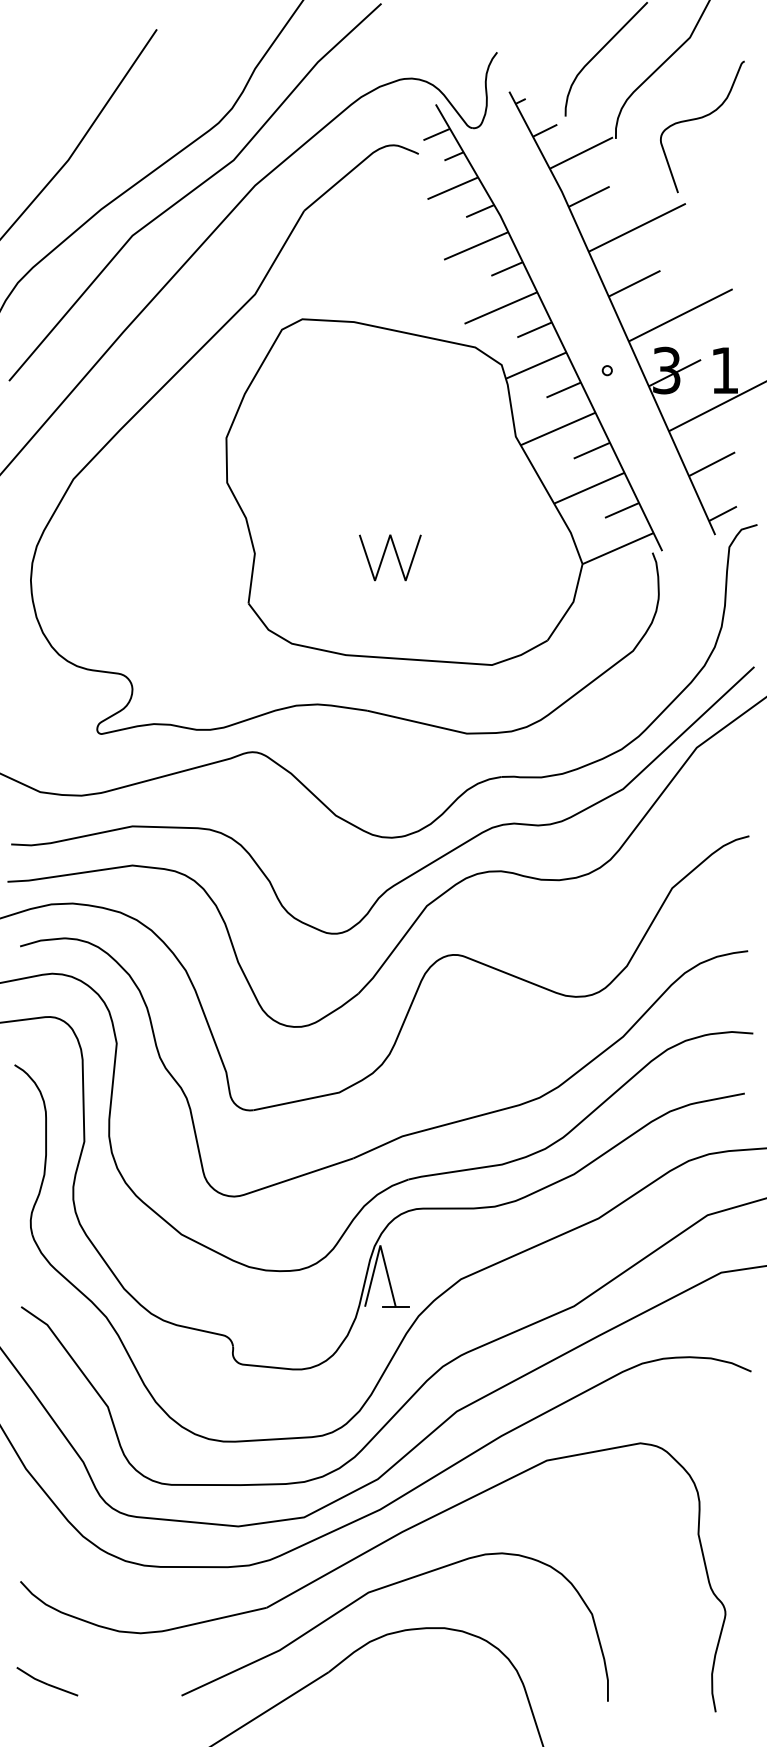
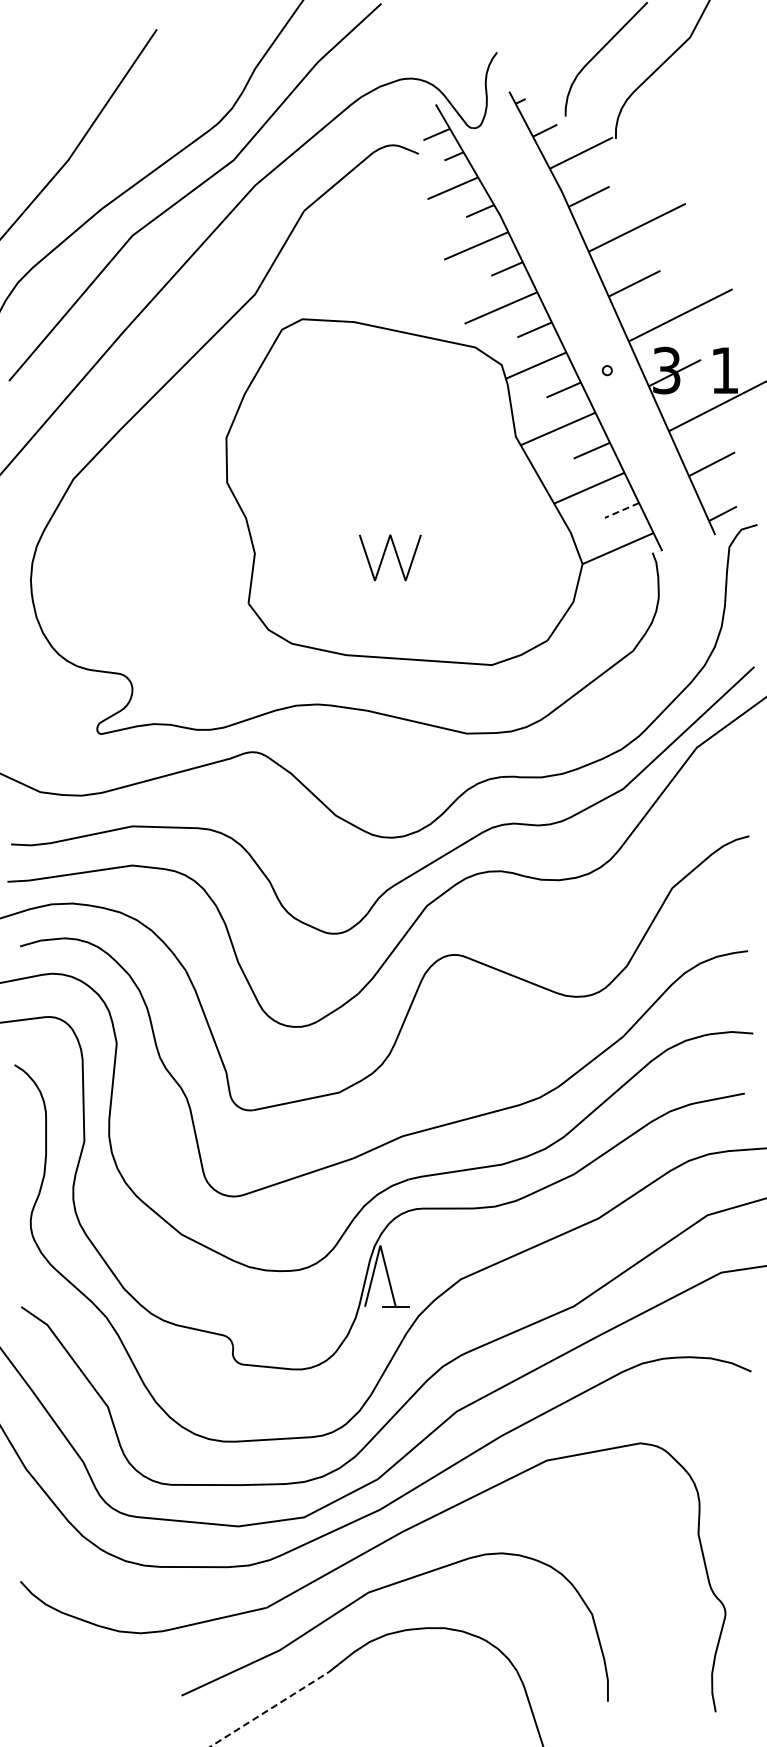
curve at (702, 118): present -> none
line at (622, 510): solid -> dashed
part at (47, 1681): present -> none
line at (269, 1709): solid -> dashed
